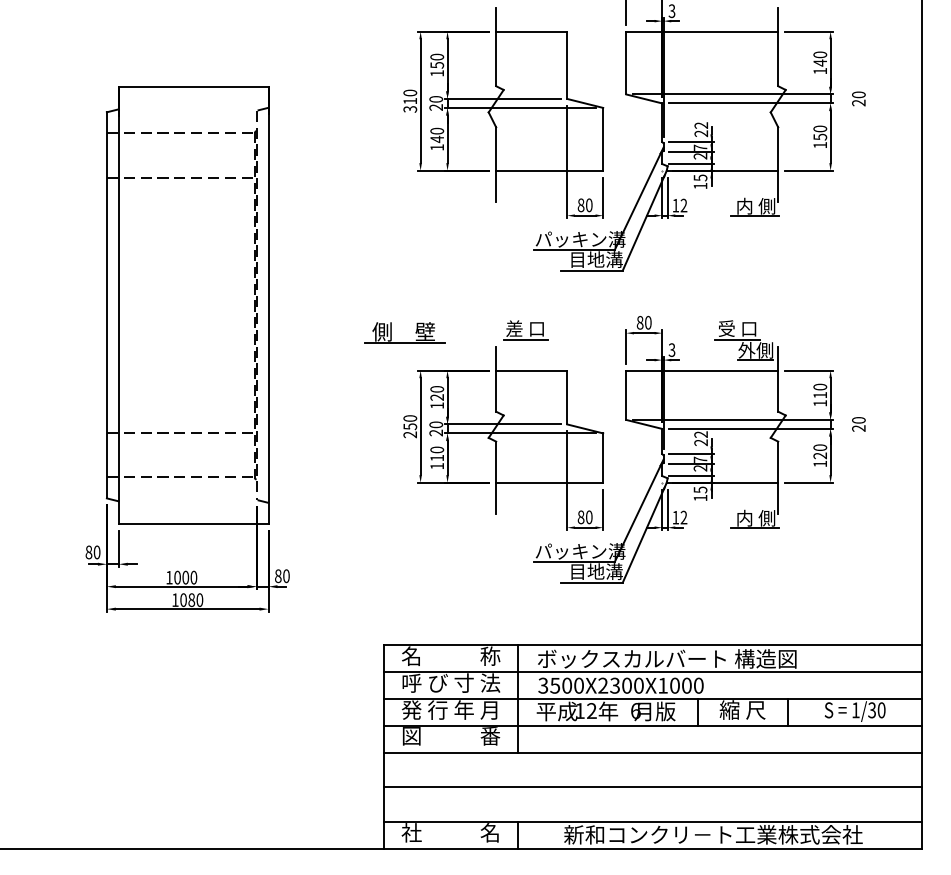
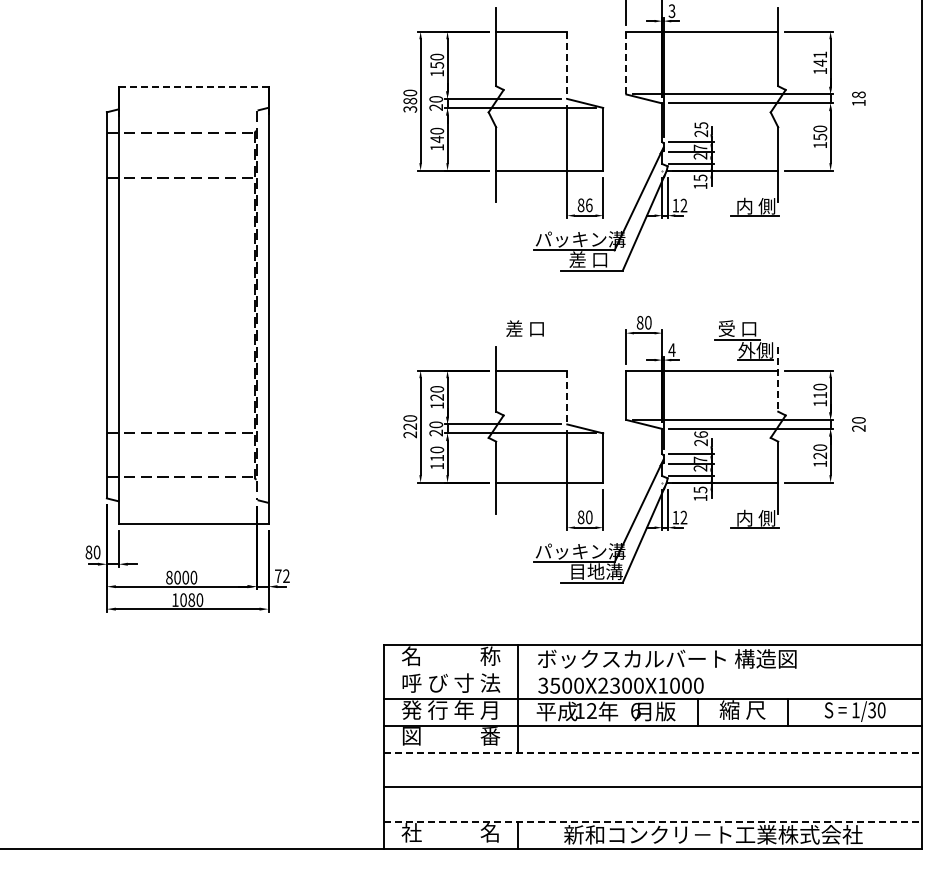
text at (820, 54): 140 -> 141
line at (626, 63): solid -> dashed
line at (567, 65): solid -> dashed
line at (193, 86): solid -> dashed
text at (858, 98): 20 -> 18
text at (410, 100): 310 -> 380
text at (701, 125): 22 -> 25
text at (589, 204): 80 -> 86
text at (595, 259): 目地溝 -> 差 口
line at (525, 340): present -> none
part at (404, 342): present -> none
text at (671, 349): 3 -> 4
line at (778, 379): solid -> dashed
line at (567, 397): solid -> dashed
text at (410, 426): 250 -> 220
text at (700, 434): 22 -> 26
text at (282, 576): 80 -> 72
text at (169, 577): 1000 -> 8000
line at (652, 671): present -> none
line at (653, 752): solid -> dashed
line at (653, 821): solid -> dashed
